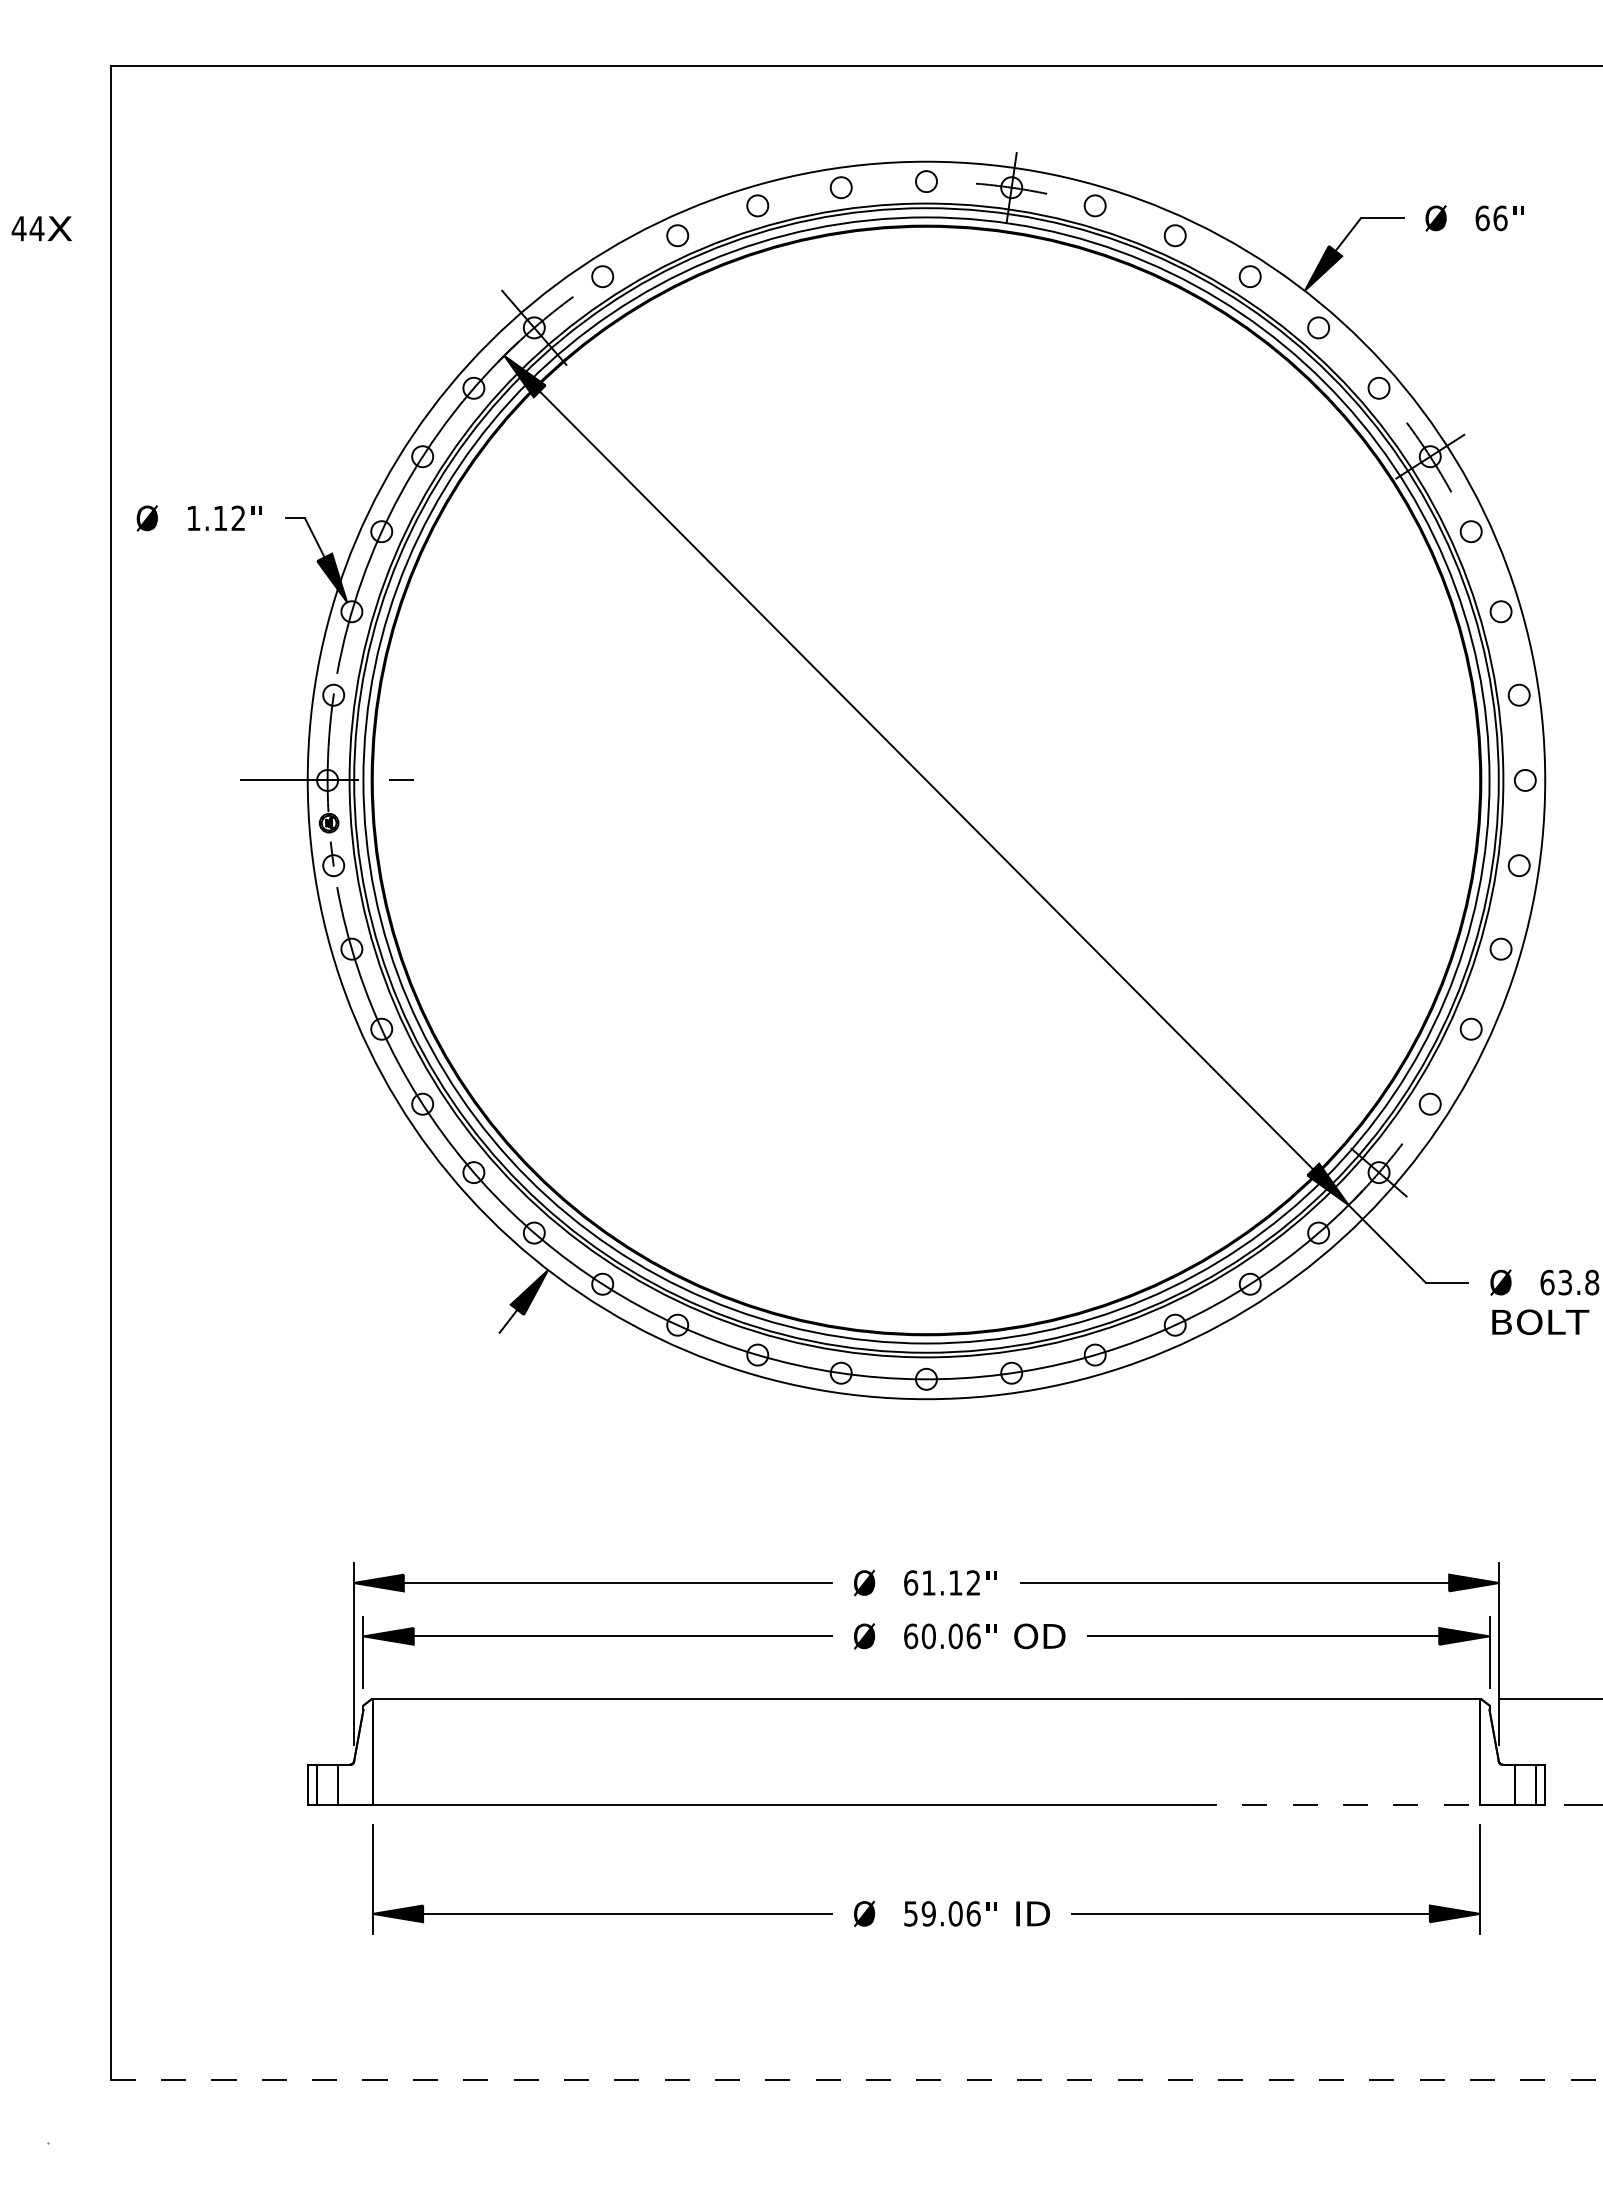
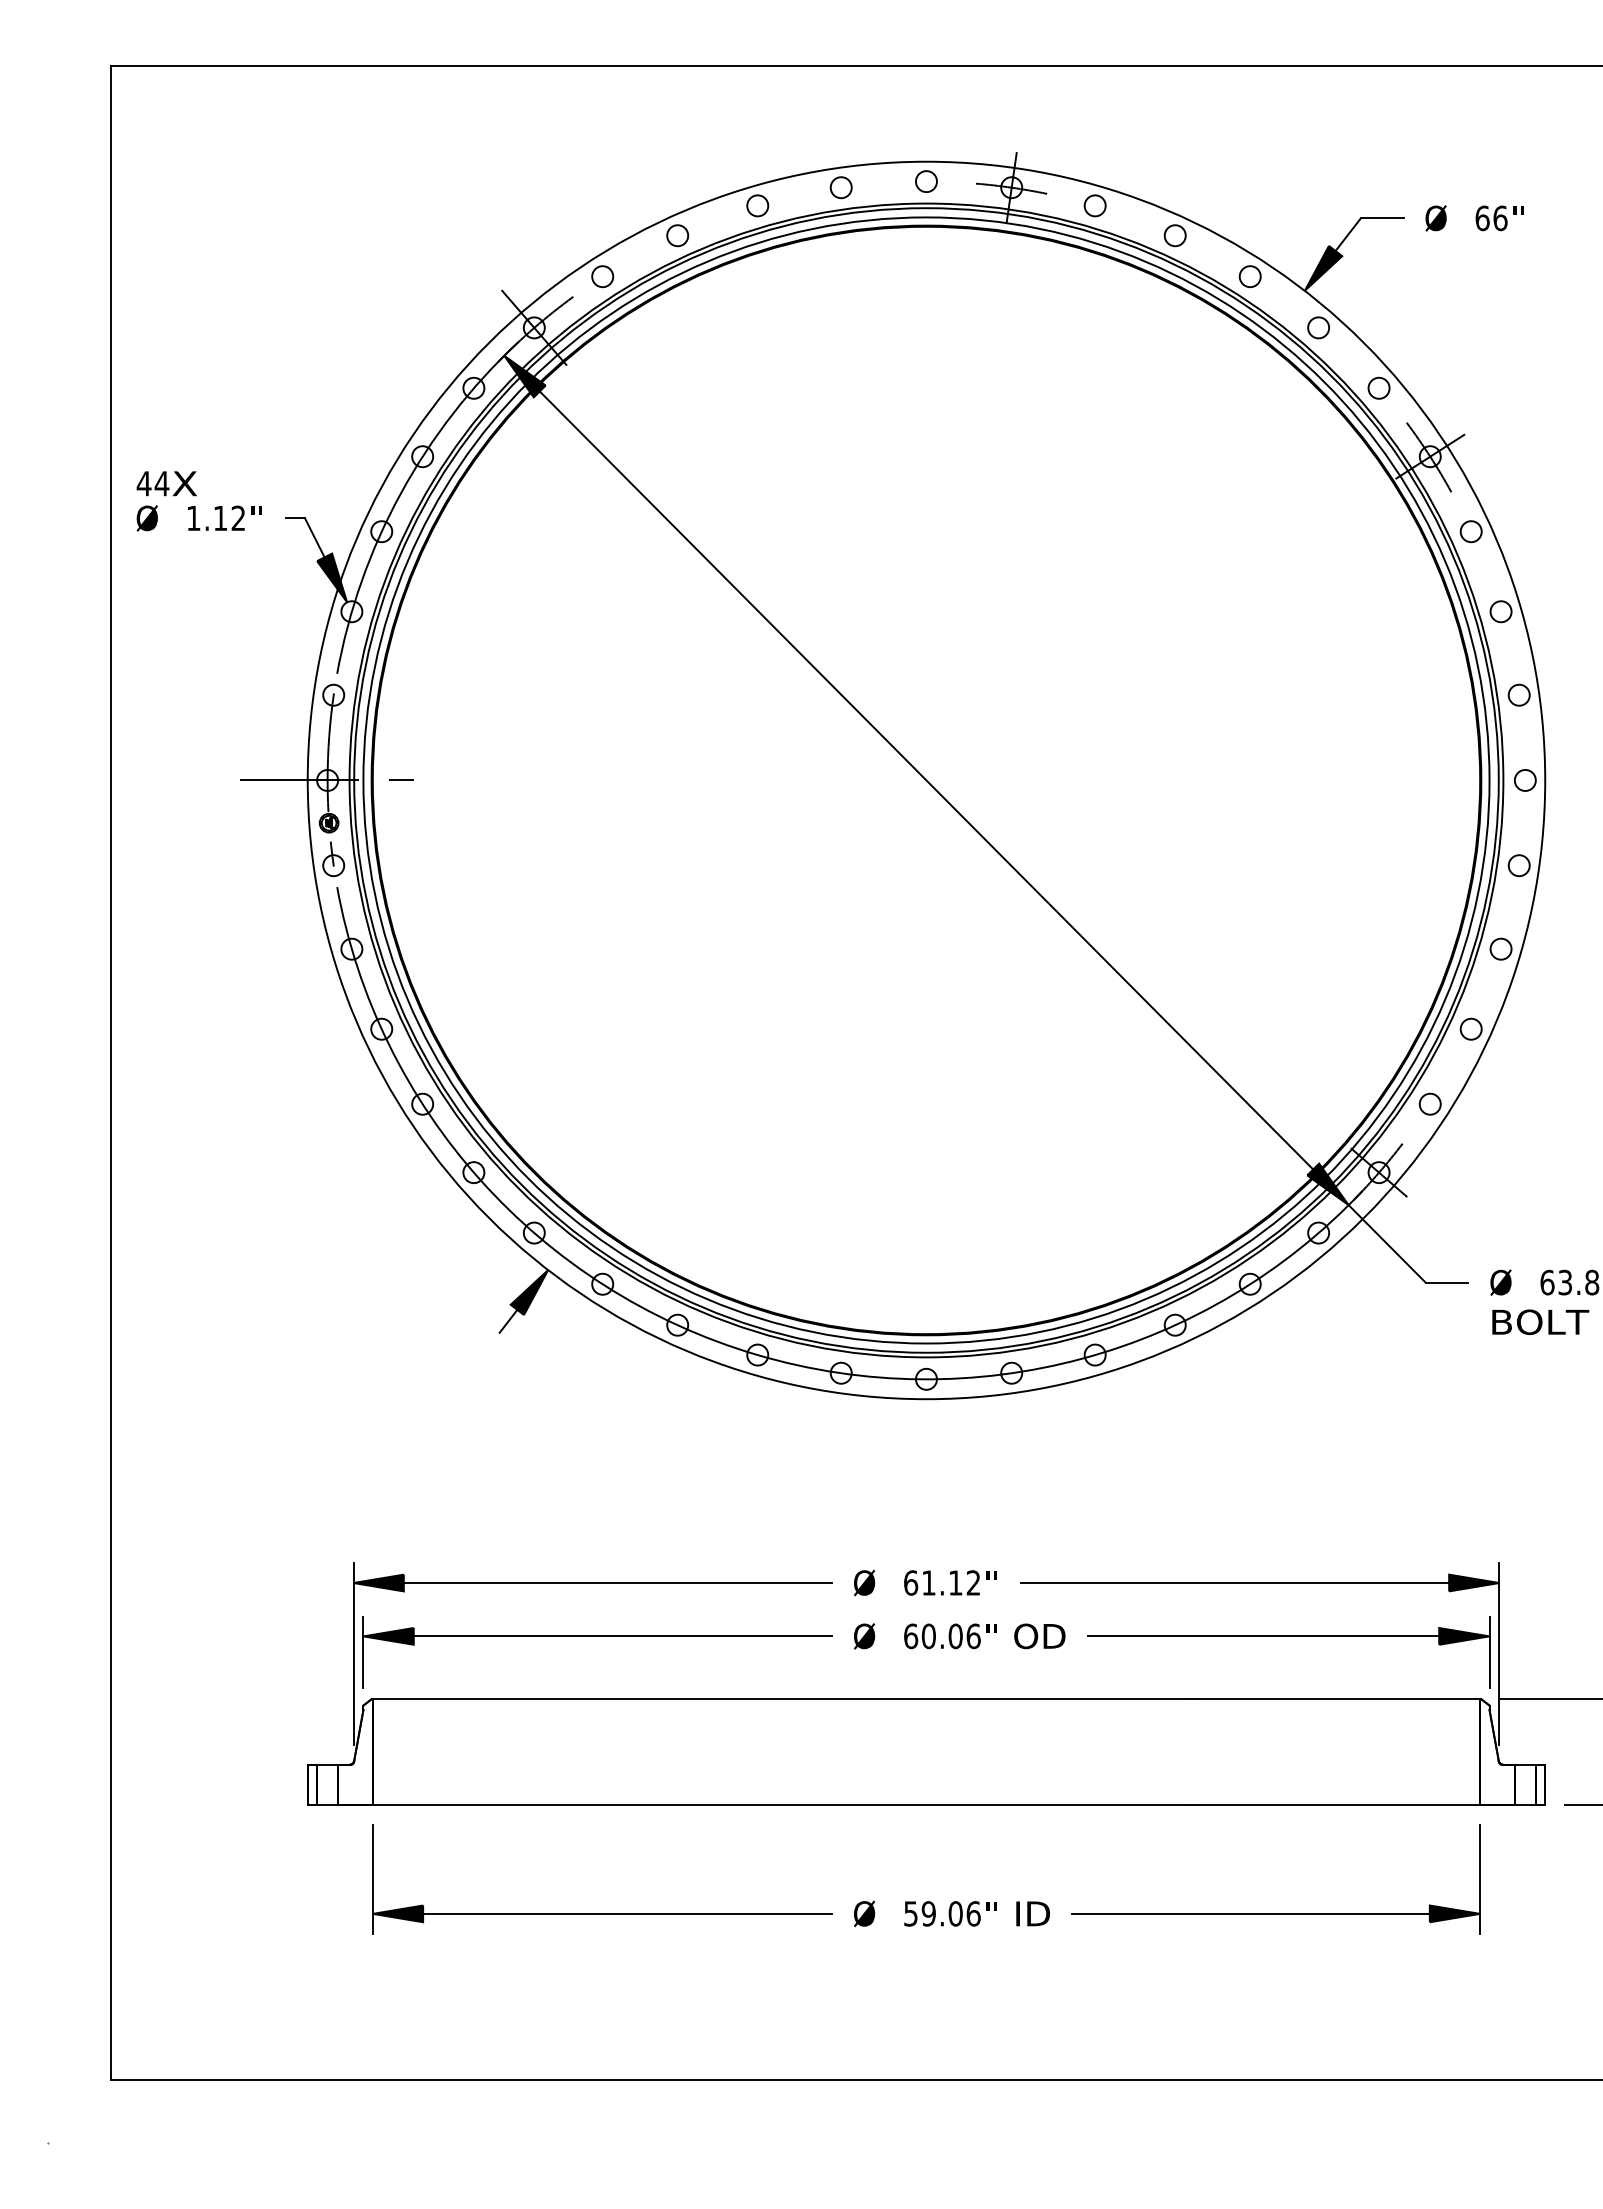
text at (41, 228) position: (41, 228) -> (166, 483)
line at (1336, 1804): dashed -> solid
line at (856, 2079): dashed -> solid
